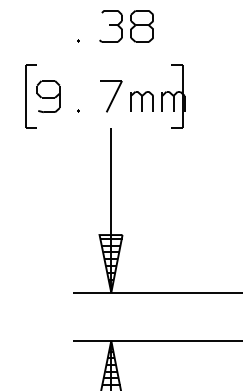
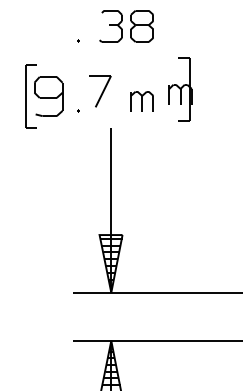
part at (48, 96) size: 25x34 px -> 30x41 px
part at (111, 96) position: (111, 96) -> (100, 91)
part at (173, 96) position: (173, 96) -> (180, 89)
